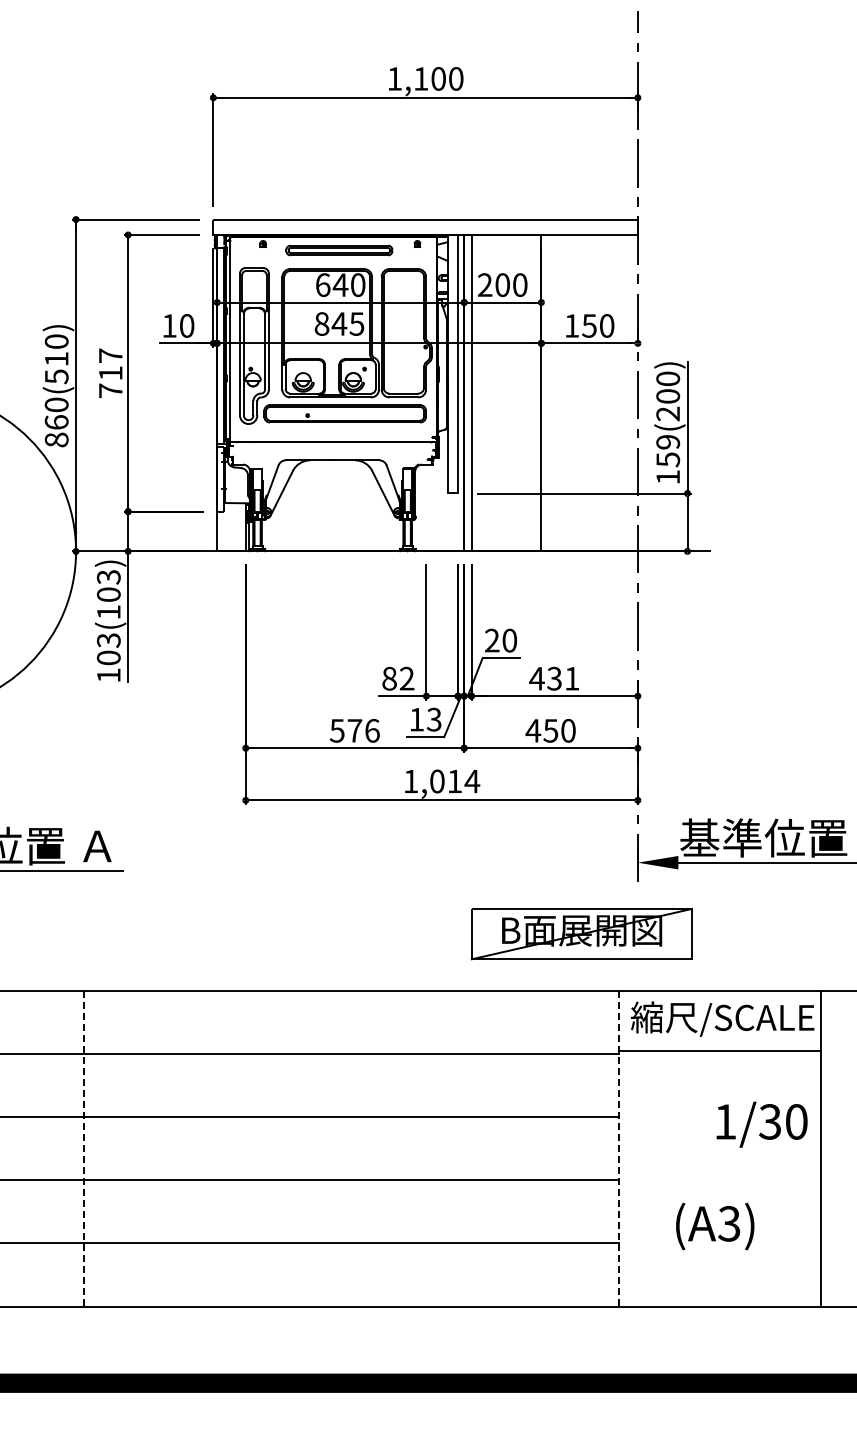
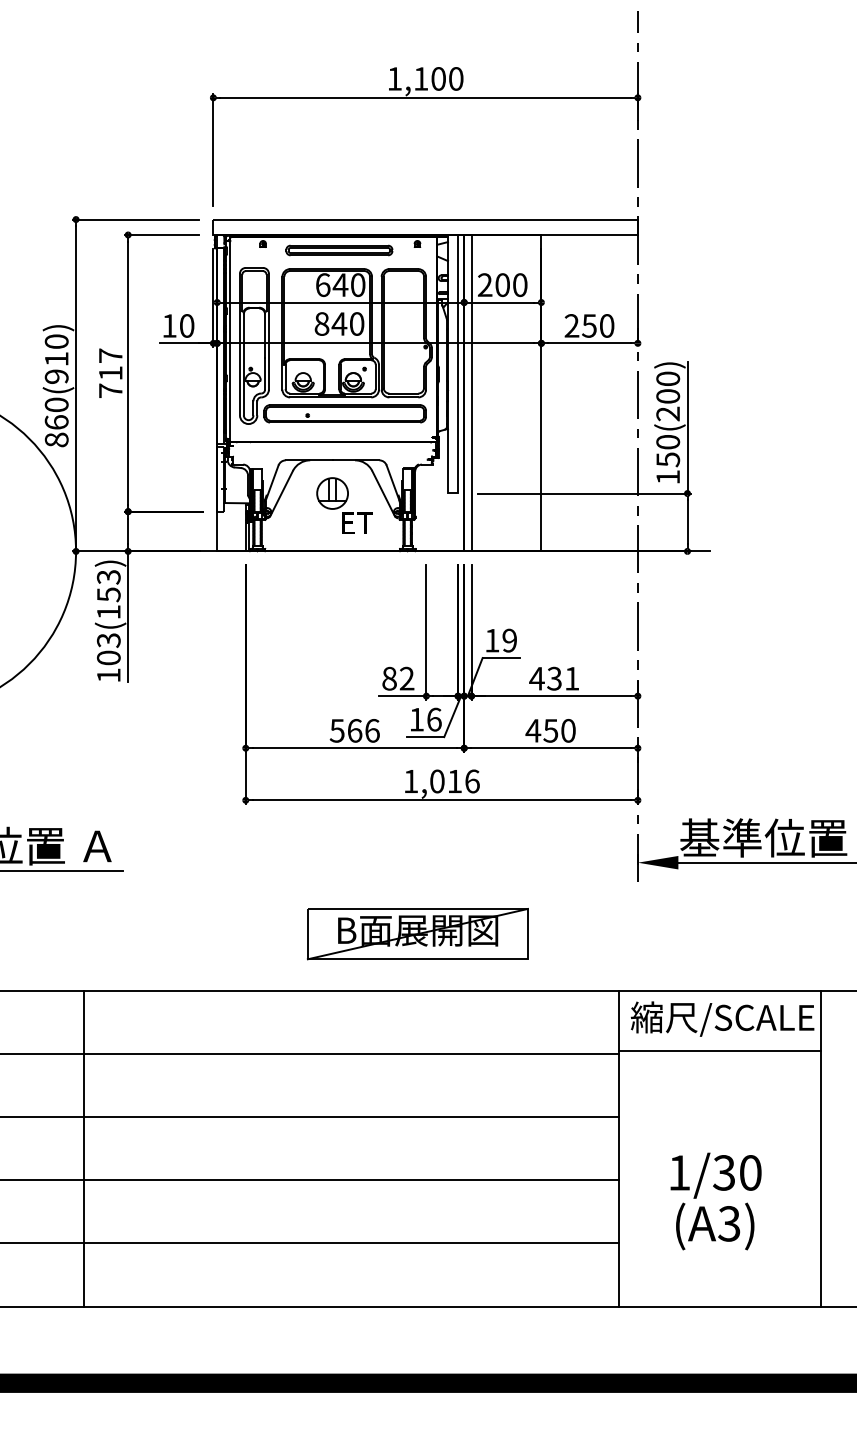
text at (356, 323): 845 -> 840
text at (571, 325): 150 -> 250
text at (56, 376): 860(510) -> 860(910)
text at (668, 442): 159(200) -> 150(200)
part at (344, 505): none -> present
text at (108, 594): 103(103) -> 103(153)
text at (501, 640): 20 -> 19
text at (433, 719): 13 -> 16
text at (354, 730): 576 -> 566
text at (472, 781): 1,014 -> 1,016
part at (581, 934) position: (581, 934) -> (417, 934)
text at (761, 1124) position: (761, 1124) -> (715, 1175)
line at (83, 1149): dashed -> solid
line at (618, 1149): dashed -> solid
